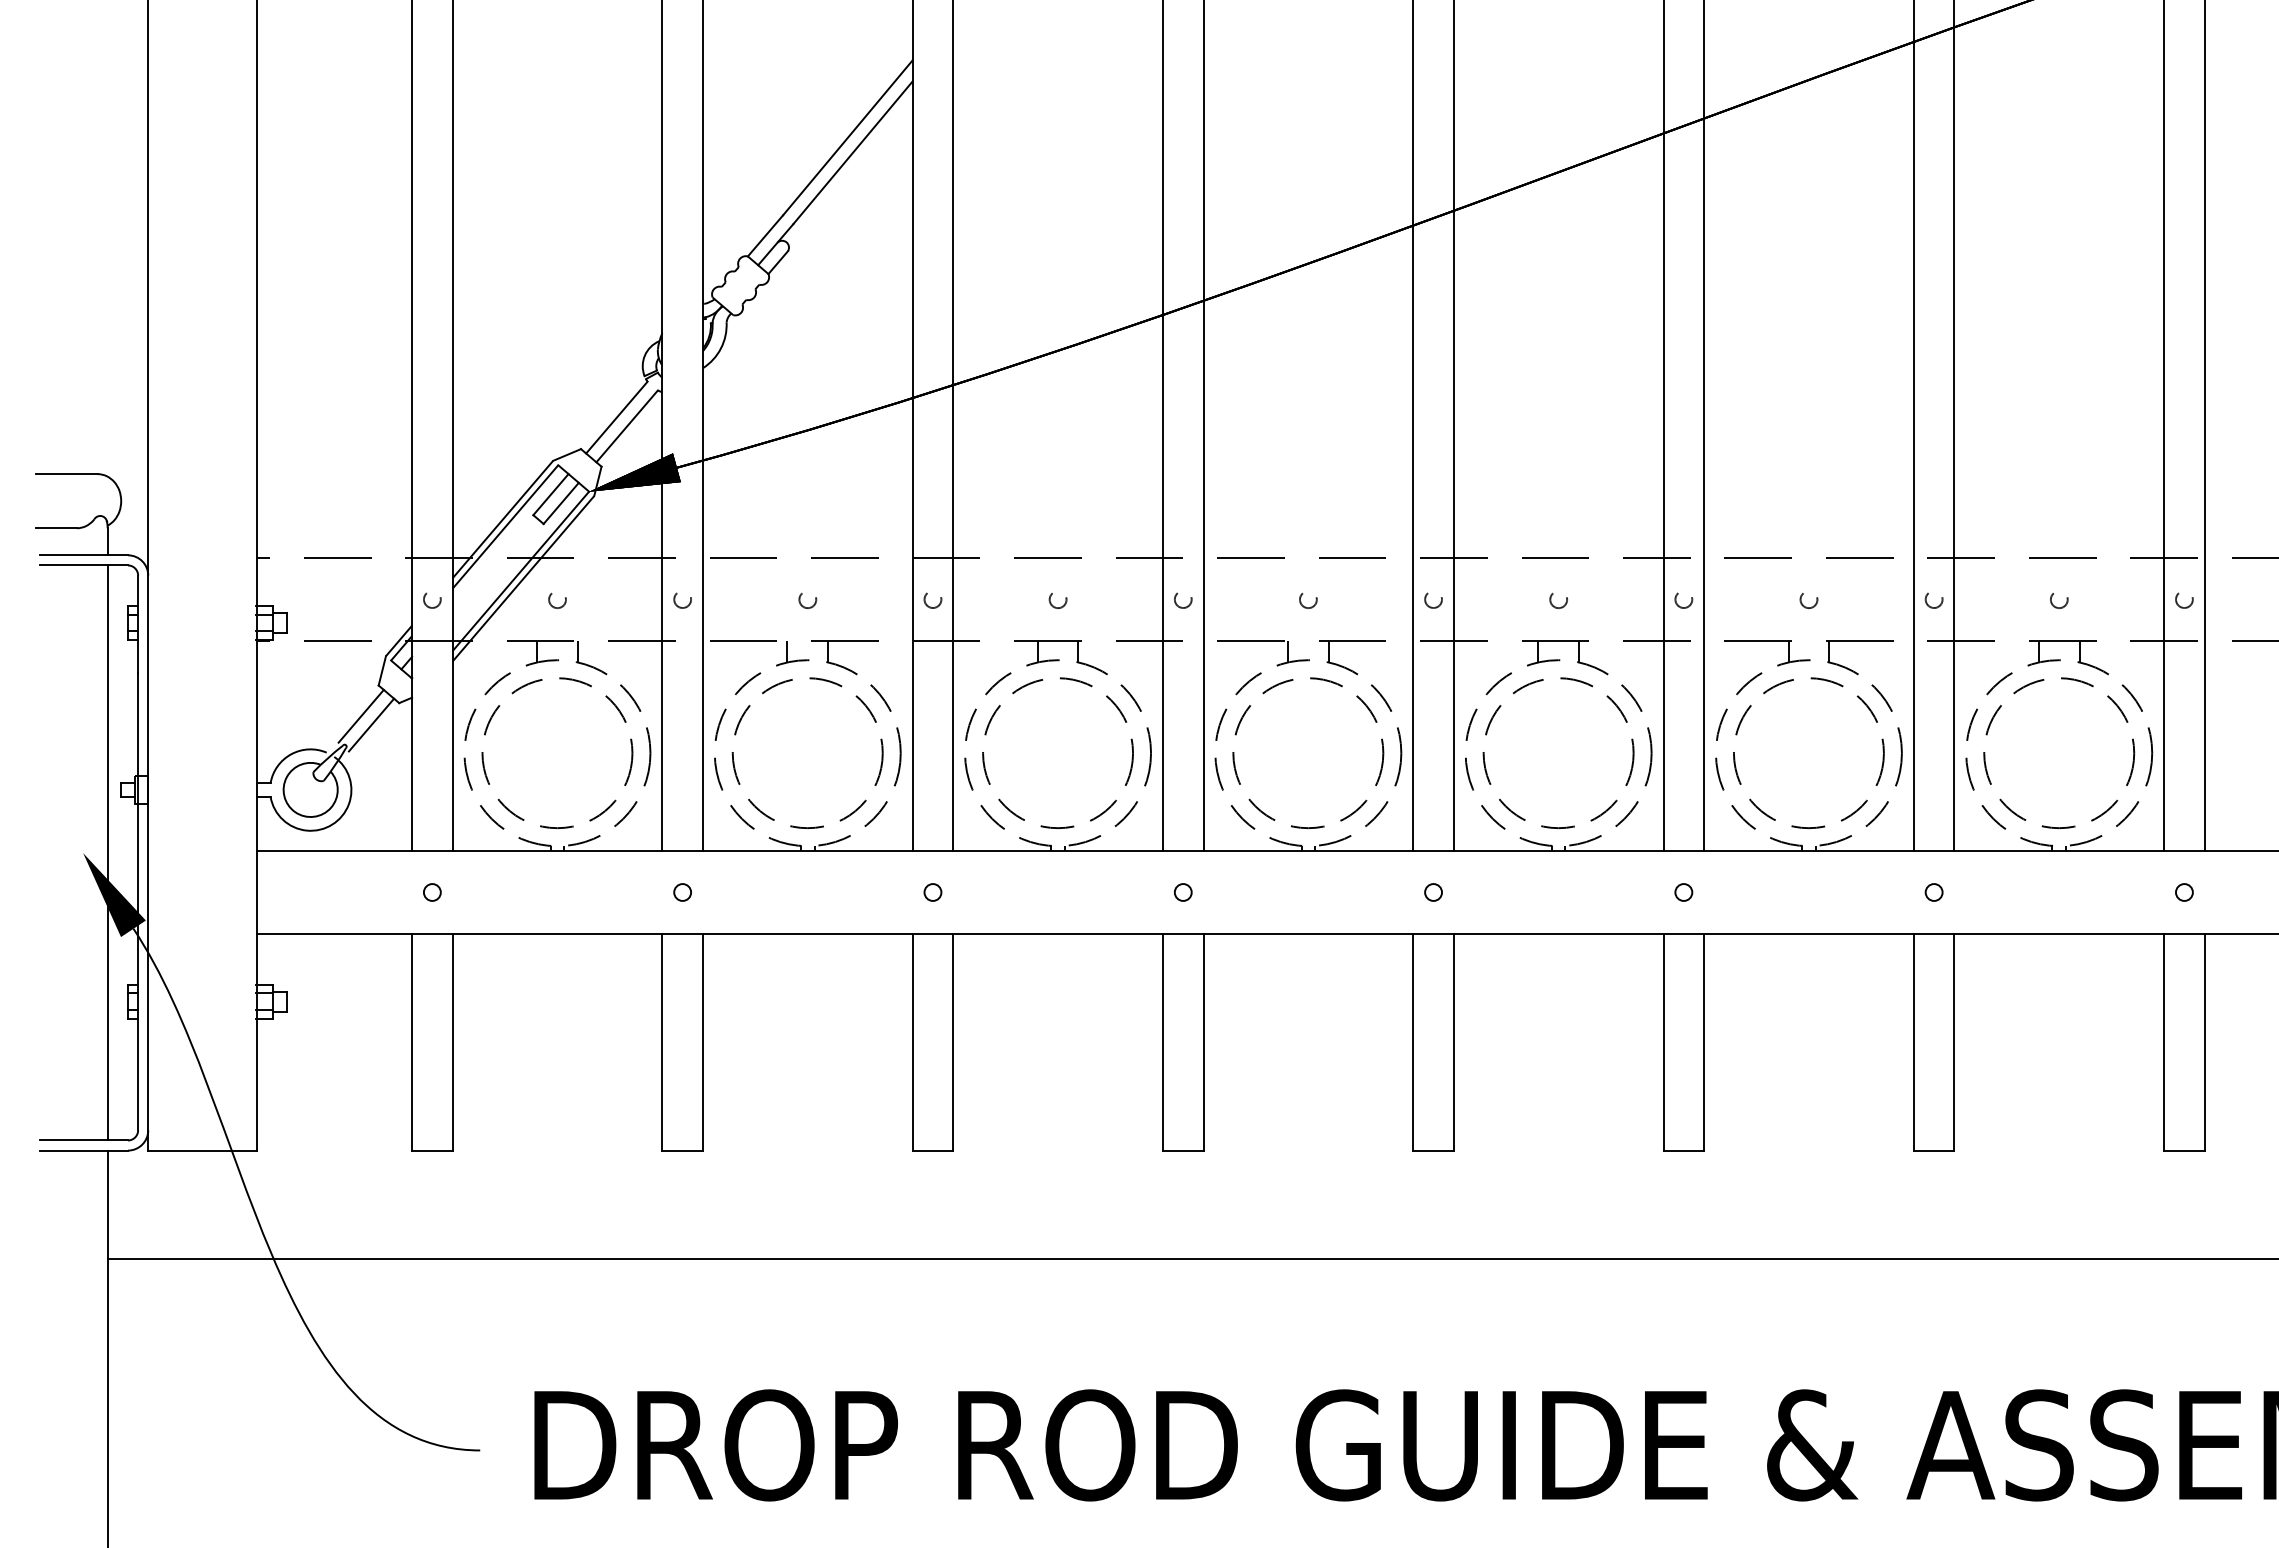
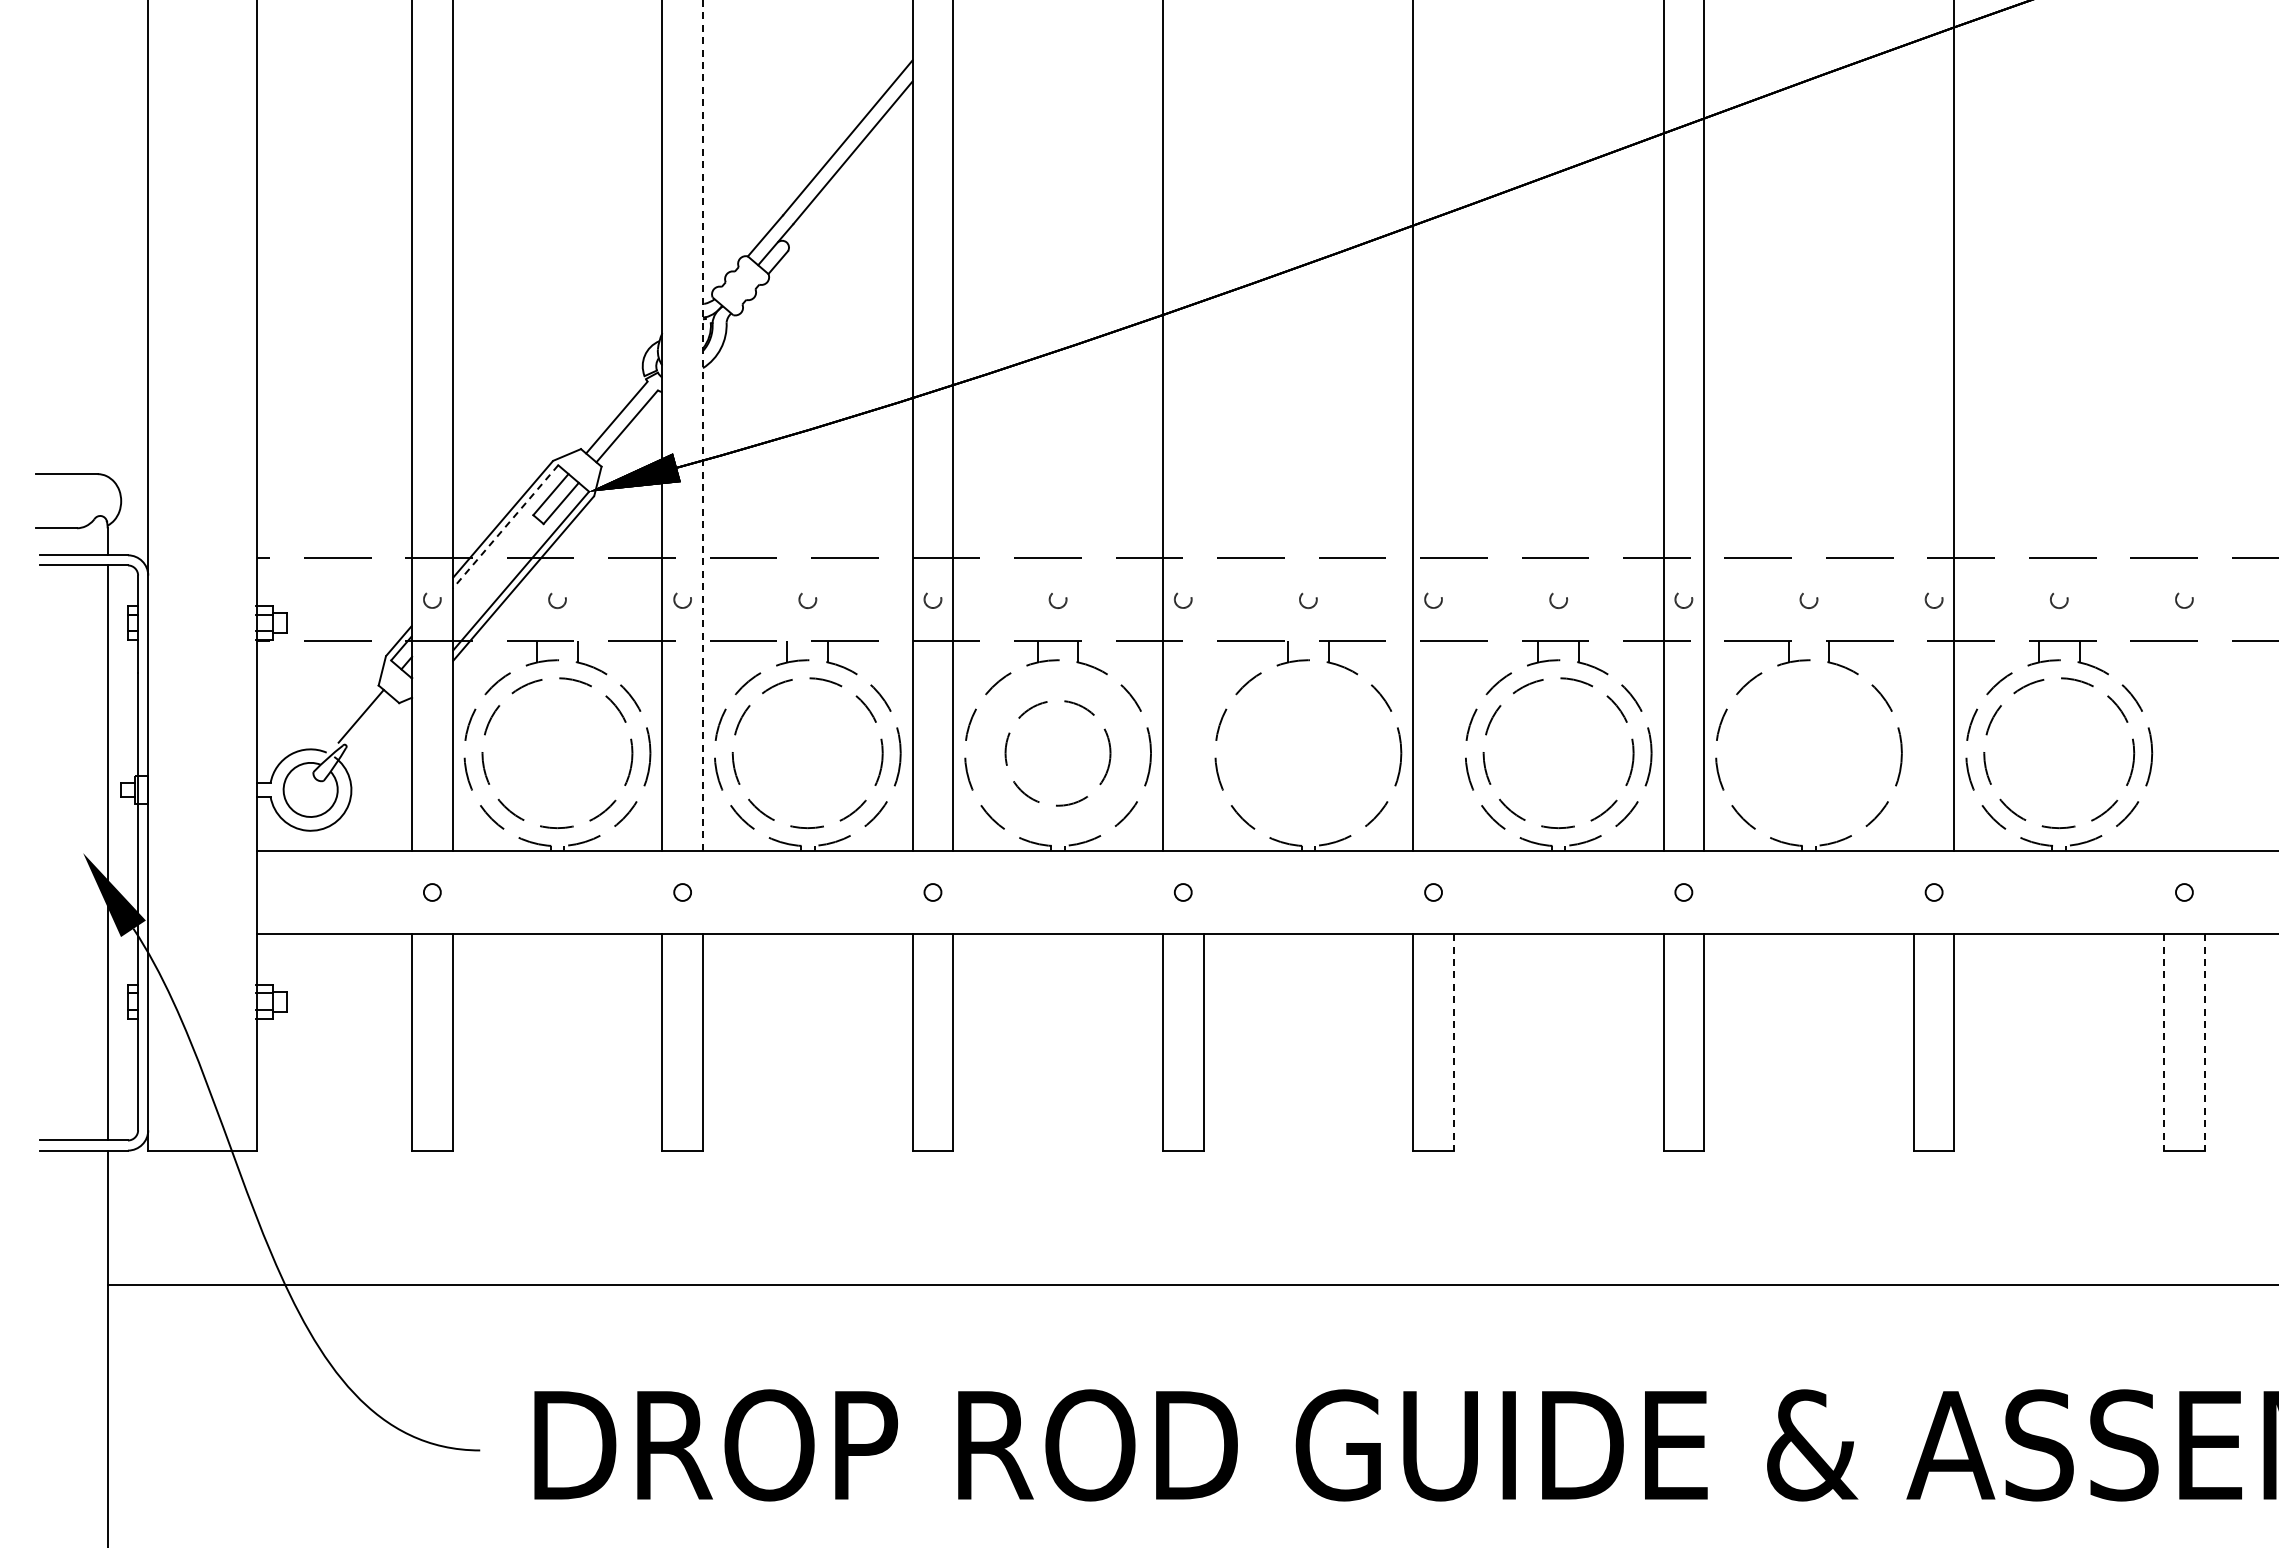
line at (702, 424): solid -> dashed
line at (1203, 426): present -> none
line at (1453, 426): present -> none
line at (1913, 426): present -> none
line at (2164, 426): present -> none
line at (2204, 426): present -> none
line at (505, 527): solid -> dashed
line at (371, 724): present -> none
circle at (1057, 753) size: 152x153 px -> 108x107 px
circle at (1308, 753): present -> none
circle at (1808, 753): present -> none
line at (1453, 1042): solid -> dashed
line at (2164, 1042): solid -> dashed
line at (2204, 1042): solid -> dashed
line at (1191, 1258) position: (1191, 1258) -> (1191, 1284)
